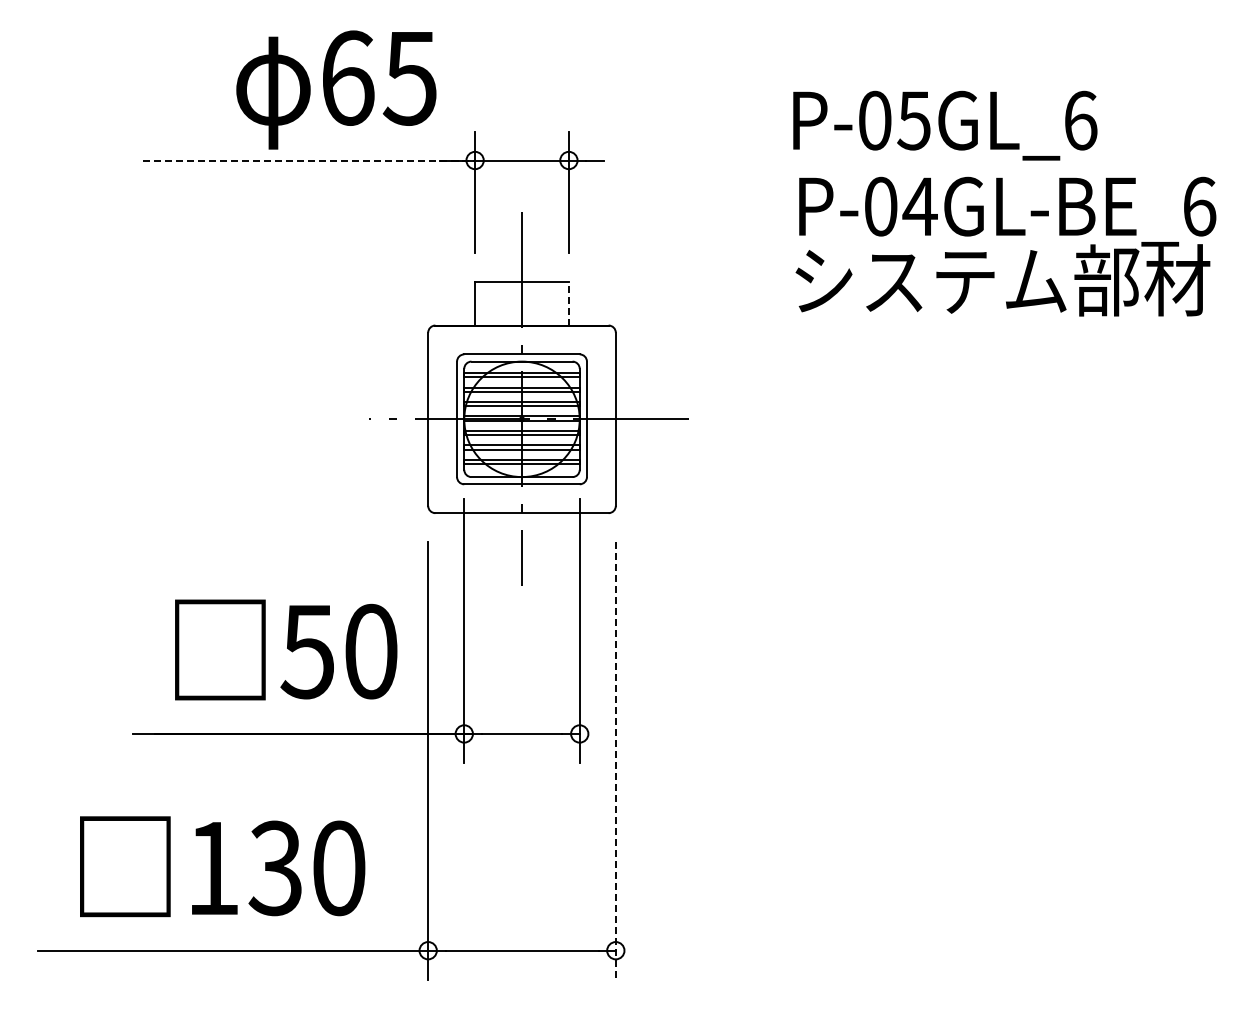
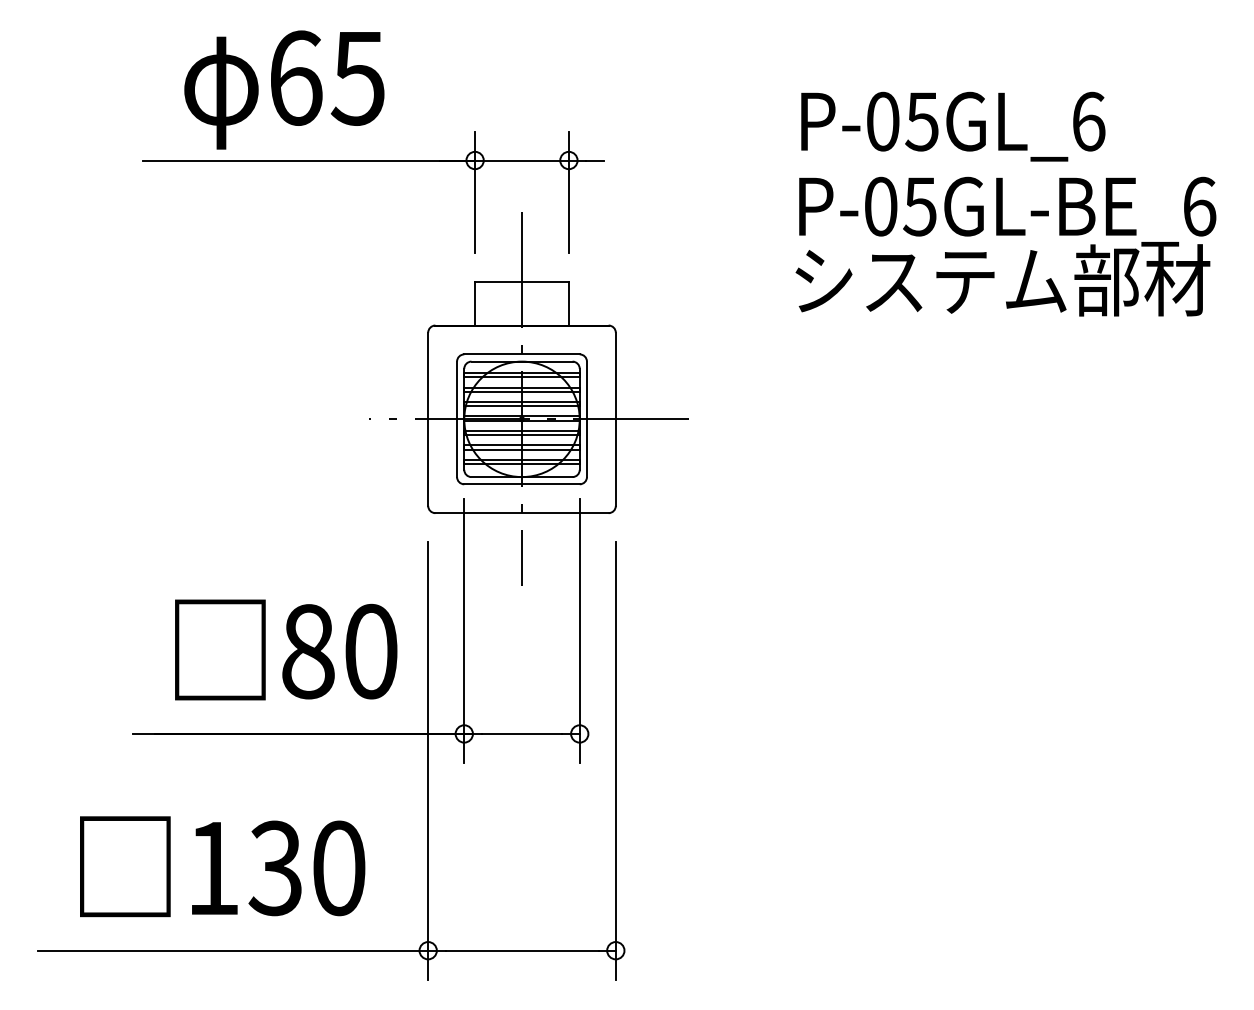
text at (336, 89) position: (336, 89) -> (284, 89)
text at (945, 125) position: (945, 125) -> (953, 126)
line at (309, 160): dashed -> solid
text at (919, 206): P-04GL-BE_6 -> P-05GL-BE_6
line at (568, 303): dashed -> solid
text at (307, 651): 50 -> 80
line at (615, 760): dashed -> solid
